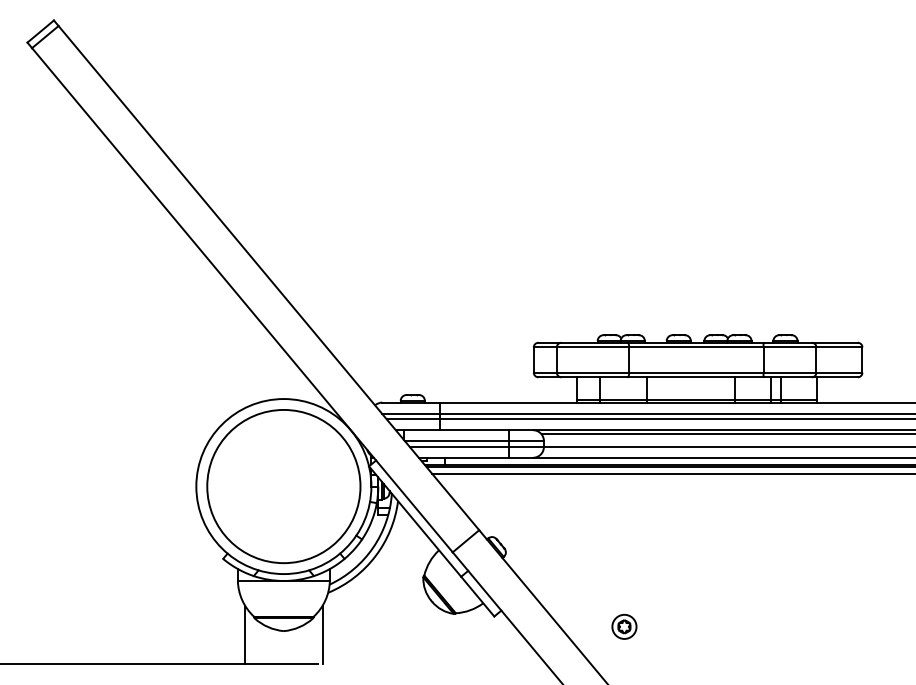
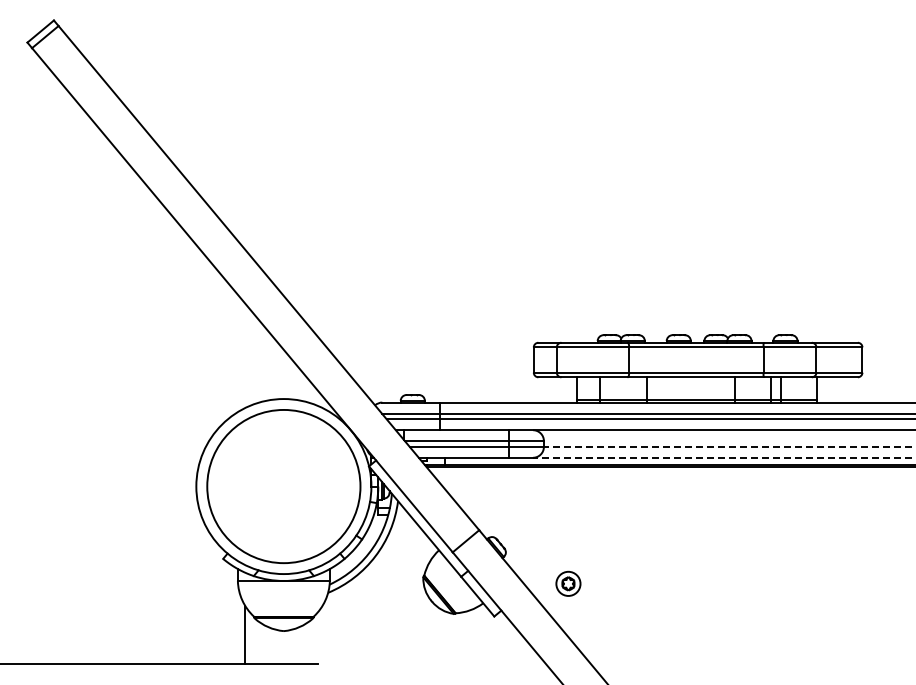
line at (726, 434): present -> none
line at (729, 446): solid -> dashed
line at (723, 457): solid -> dashed
line at (672, 473): present -> none
part at (624, 626) position: (624, 626) -> (568, 583)
line at (322, 634): present -> none
